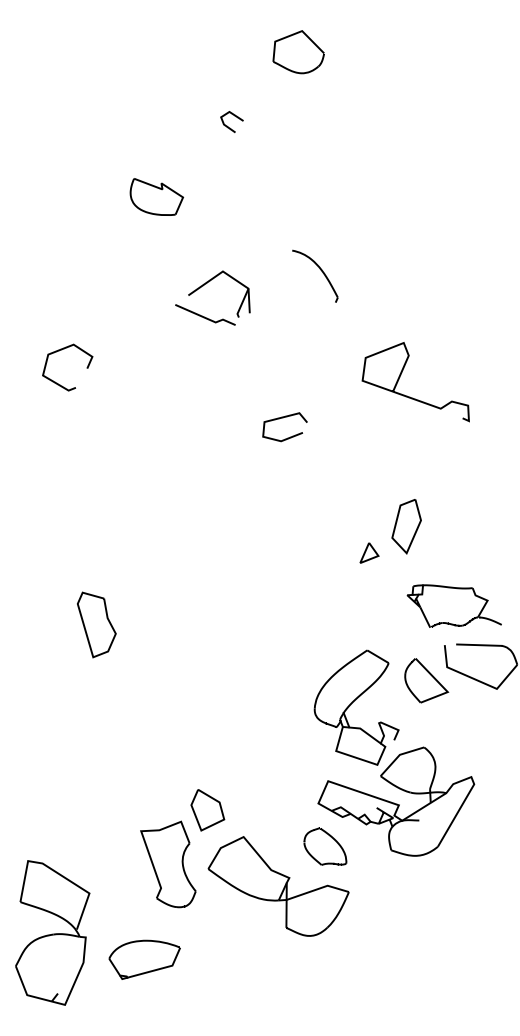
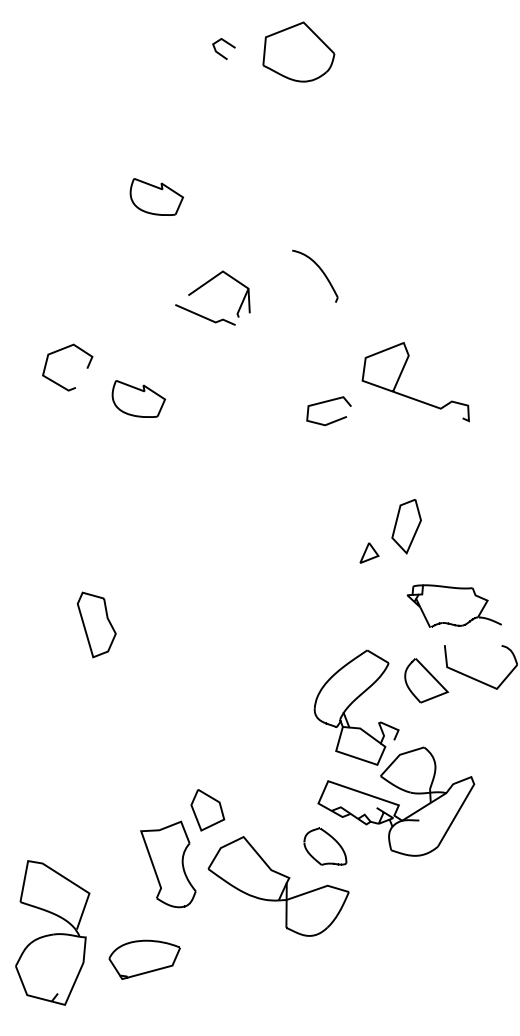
part at (298, 52) size: 53x45 px -> 74x62 px
line at (227, 125) position: (227, 125) -> (219, 52)
part at (138, 398): none -> present
curve at (283, 418) position: (283, 418) -> (327, 402)
line at (479, 644): present -> none
